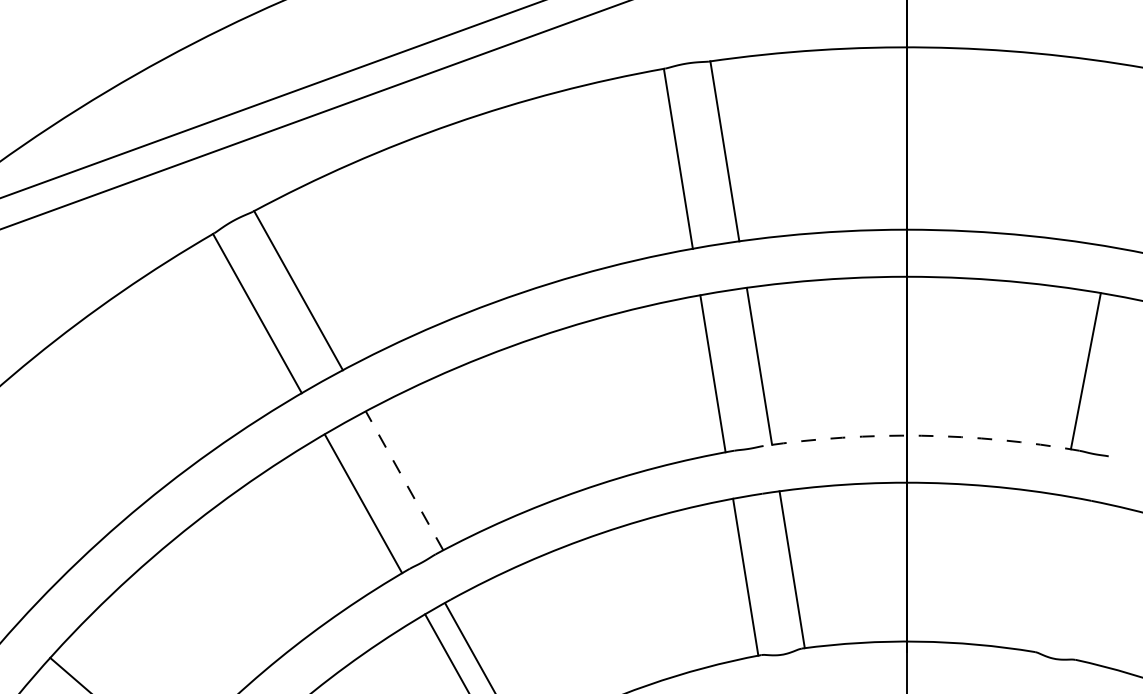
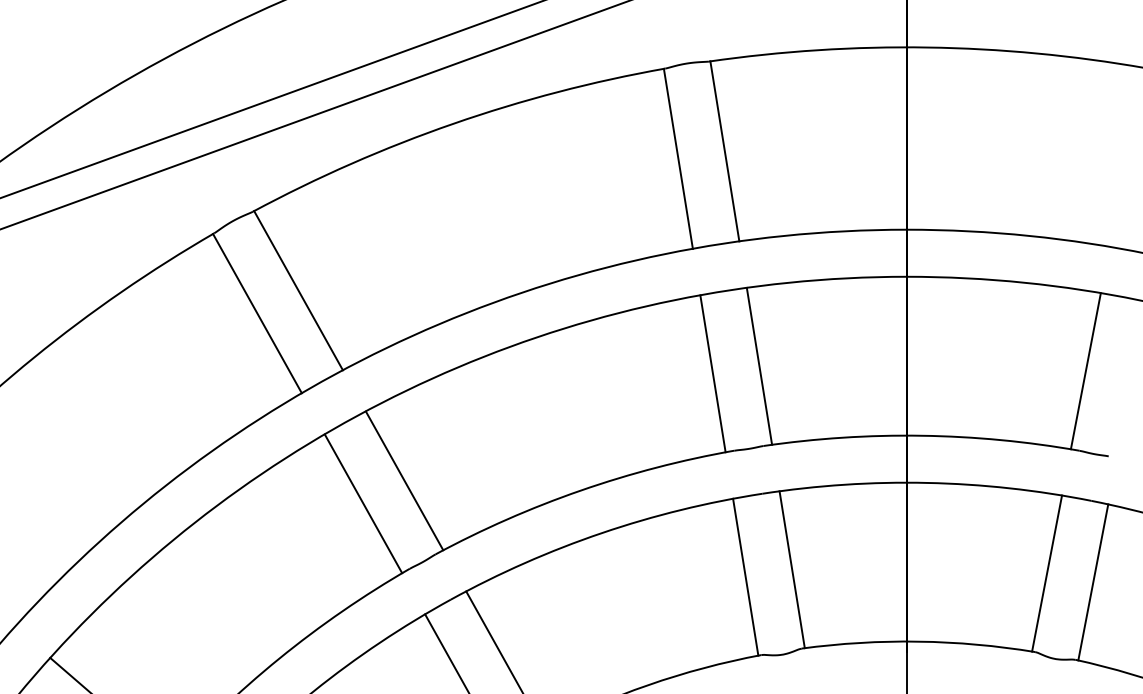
arc at (921, 435): dashed -> solid
line at (404, 480): dashed -> solid
line at (1047, 573): none -> present
line at (1093, 582): none -> present
line at (469, 646) position: (469, 646) -> (493, 640)
